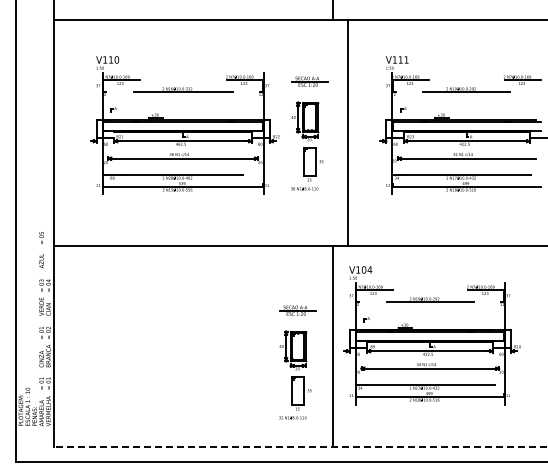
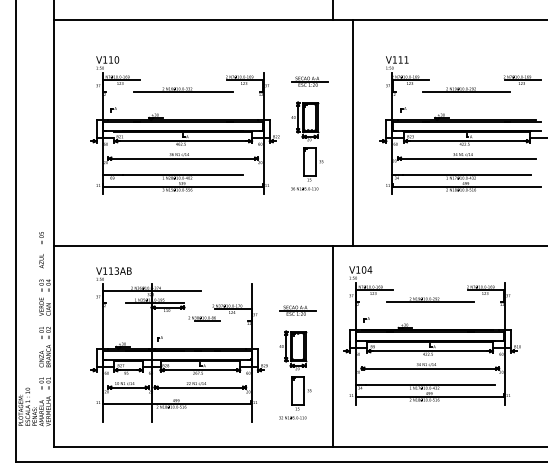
line at (348, 132) position: (348, 132) -> (353, 132)
part at (178, 344): none -> present
line at (300, 446): dashed -> solid
